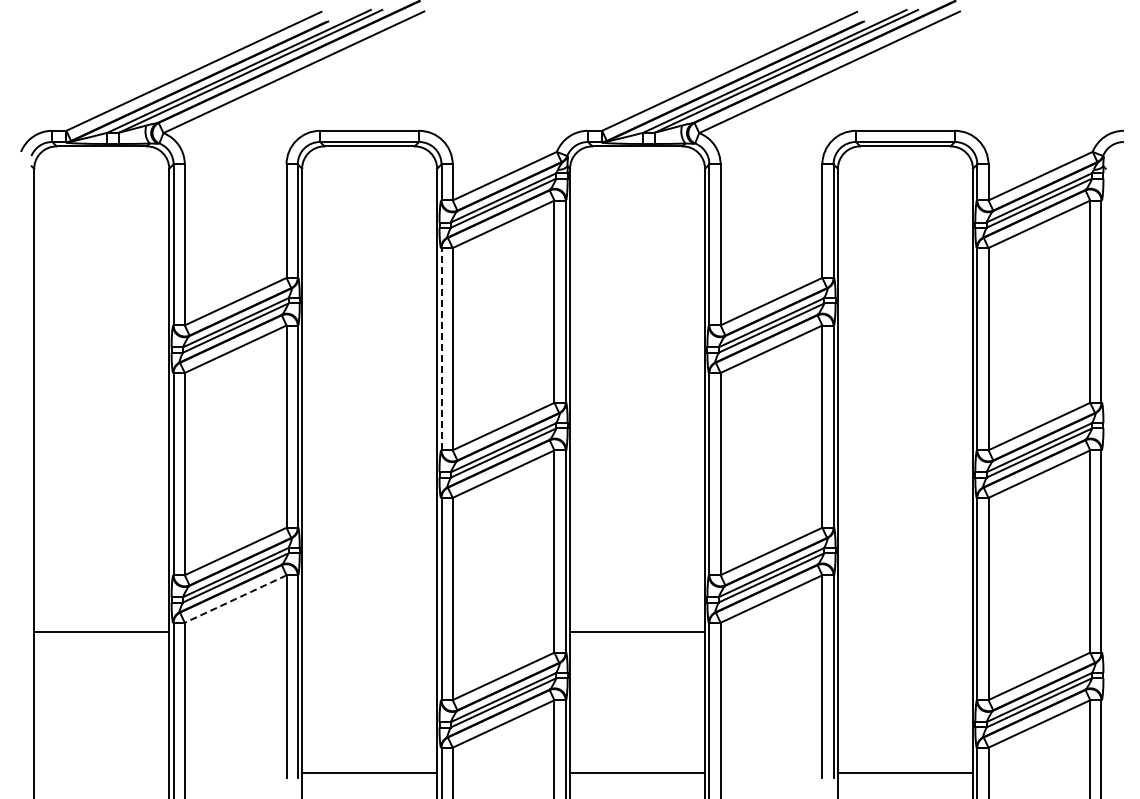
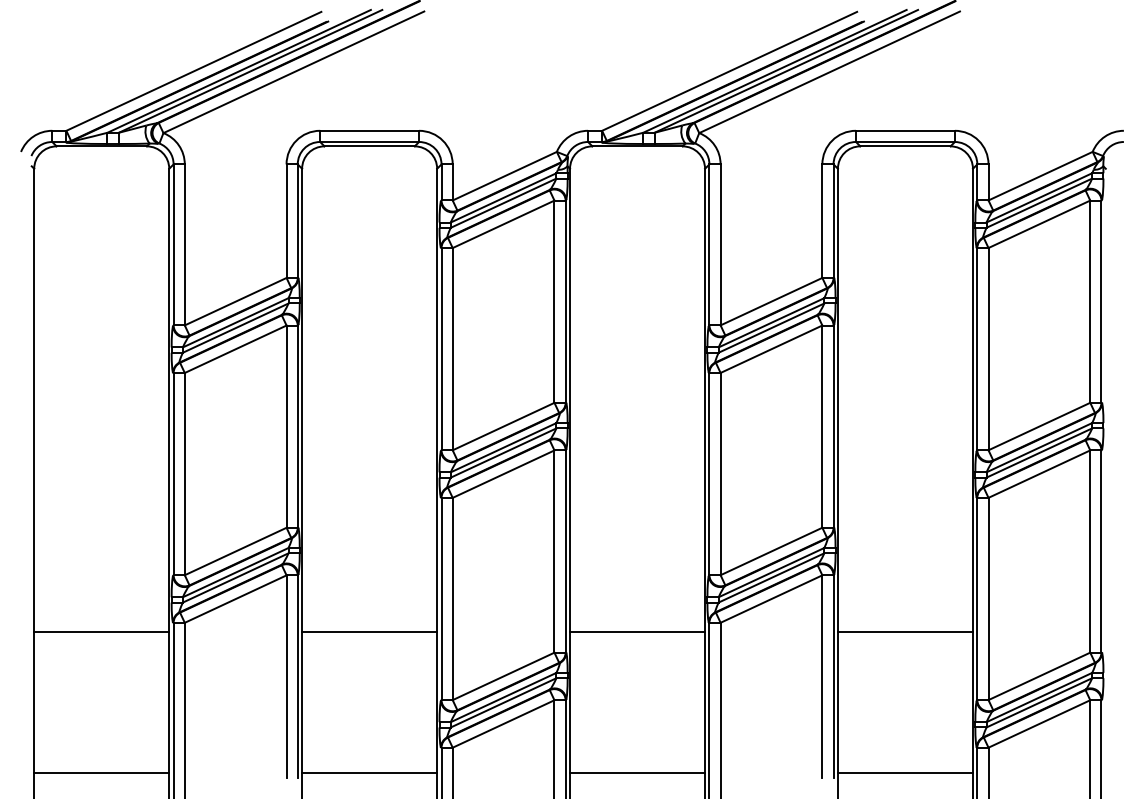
line at (441, 348): dashed -> solid
line at (235, 599): dashed -> solid
line at (369, 631): none -> present
line at (904, 631): none -> present
line at (101, 772): none -> present
